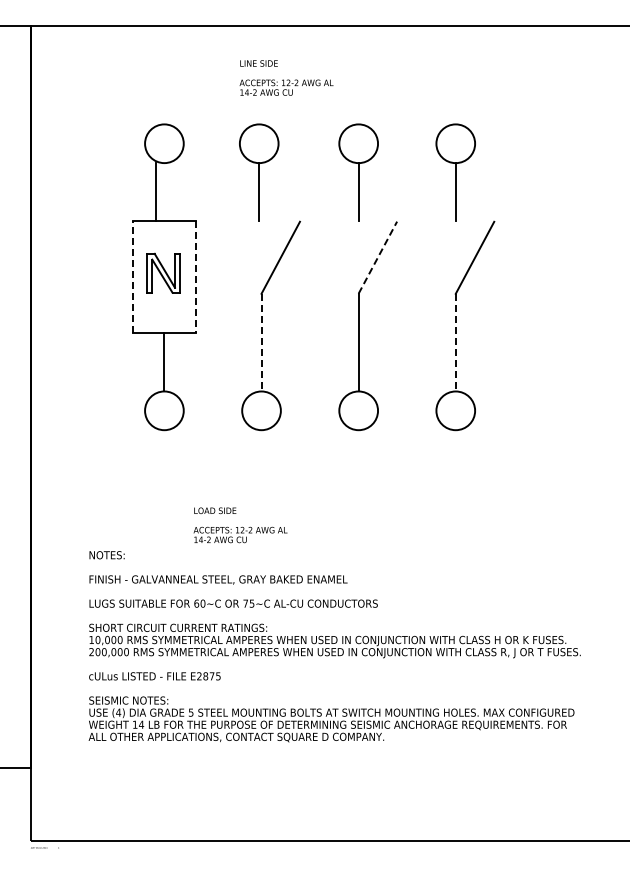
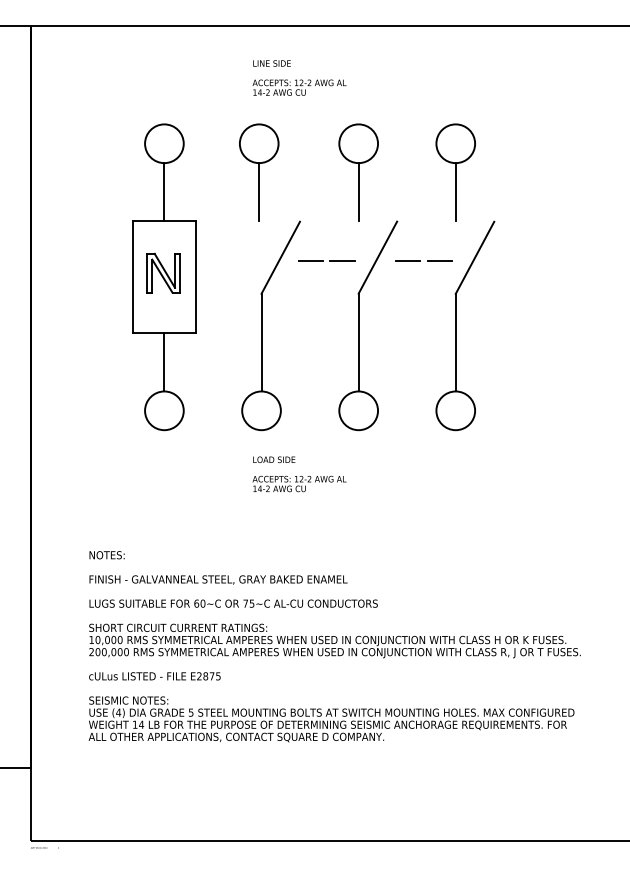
text at (286, 77) position: (286, 77) -> (299, 77)
line at (156, 192) position: (156, 192) -> (164, 192)
line at (377, 257): dashed -> solid
line at (310, 261): none -> present
line at (342, 261): none -> present
line at (407, 261): none -> present
line at (439, 261): none -> present
line at (133, 277): dashed -> solid
line at (195, 277): dashed -> solid
line at (261, 342): dashed -> solid
line at (455, 342): dashed -> solid
text at (240, 525) position: (240, 525) -> (299, 474)
